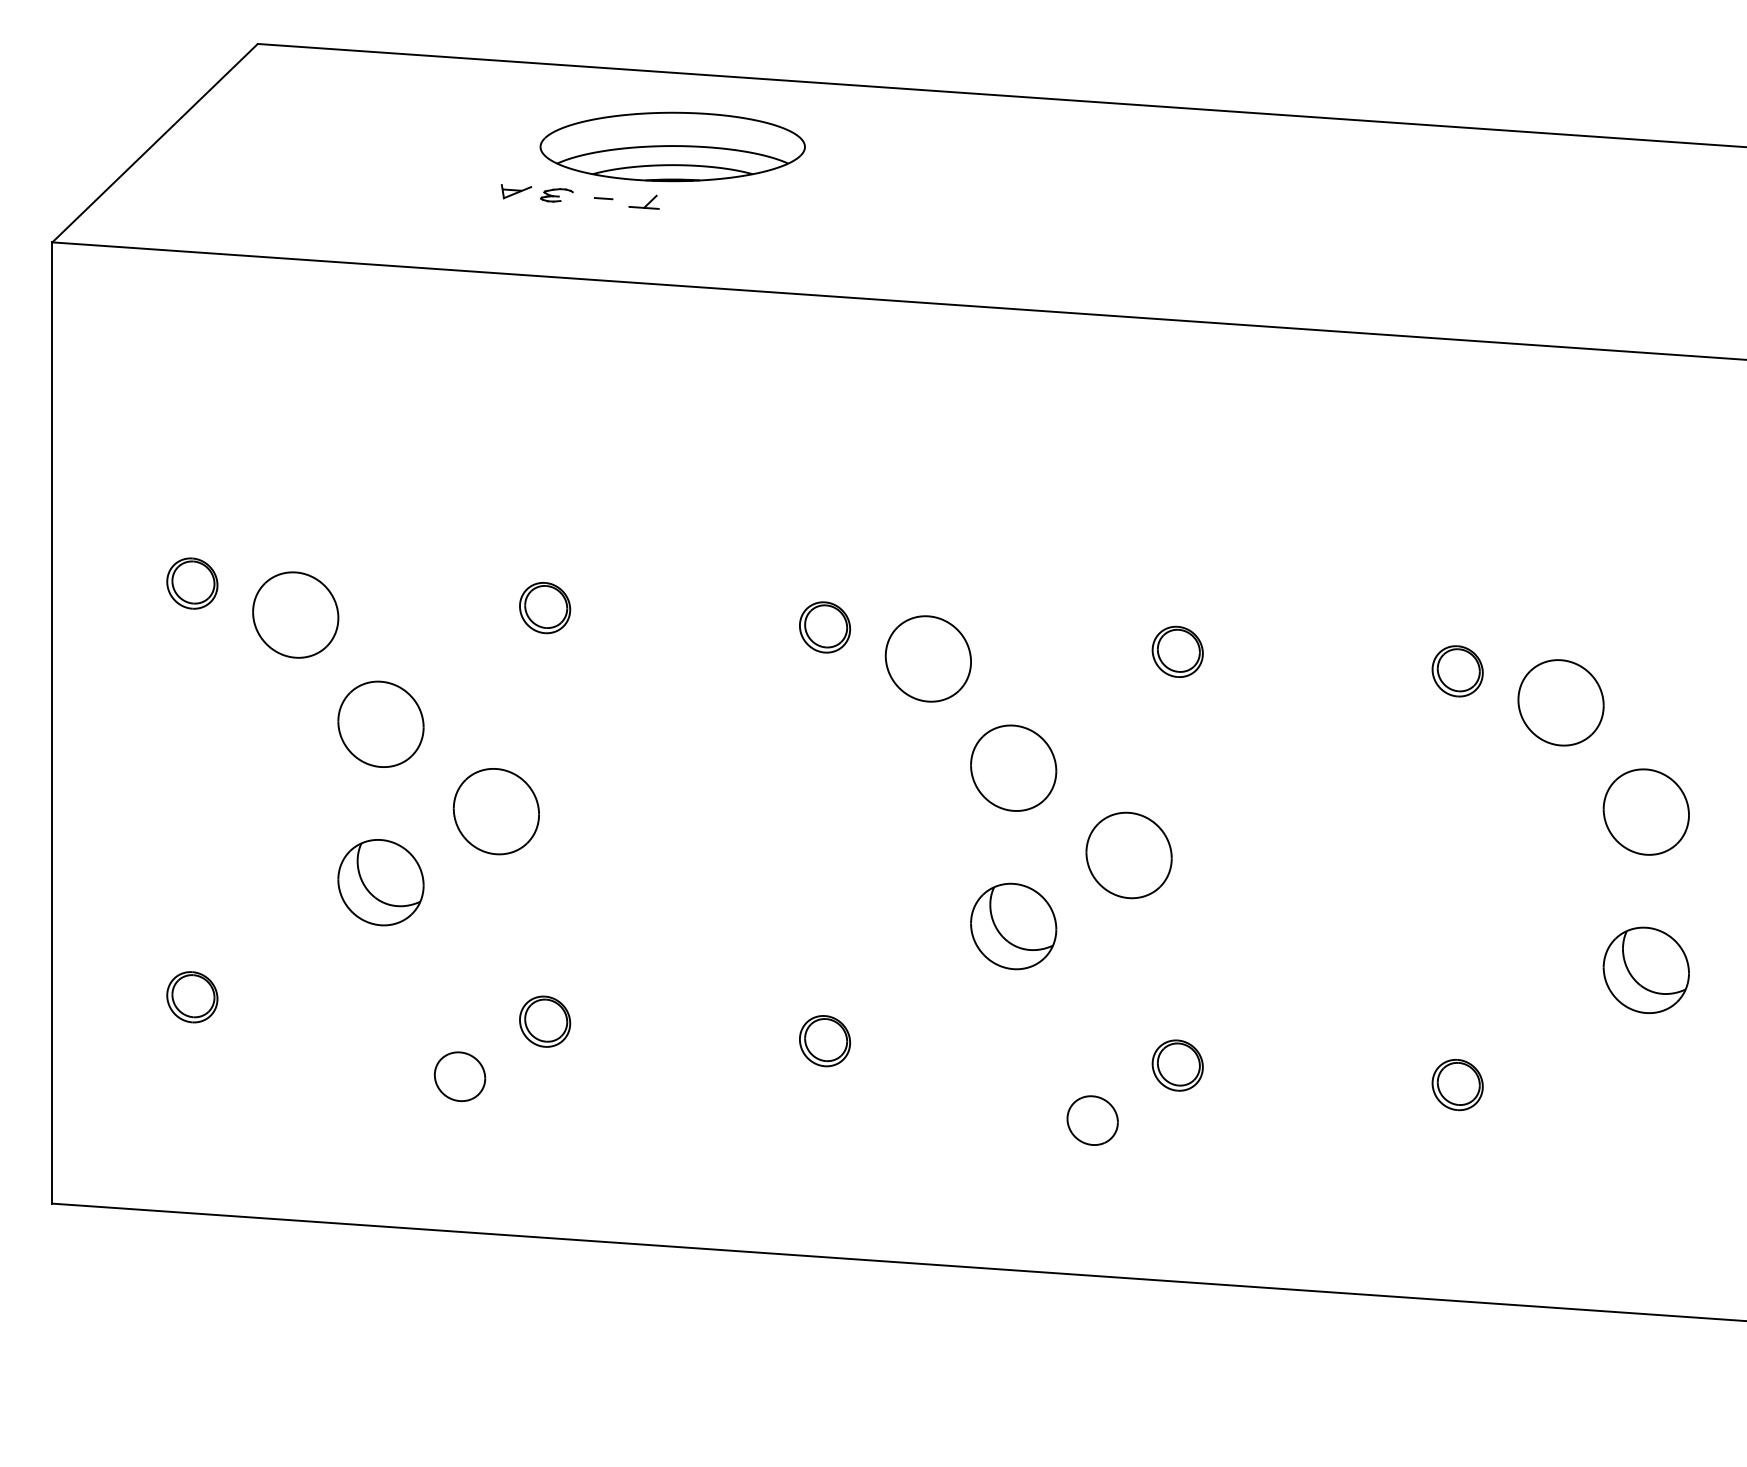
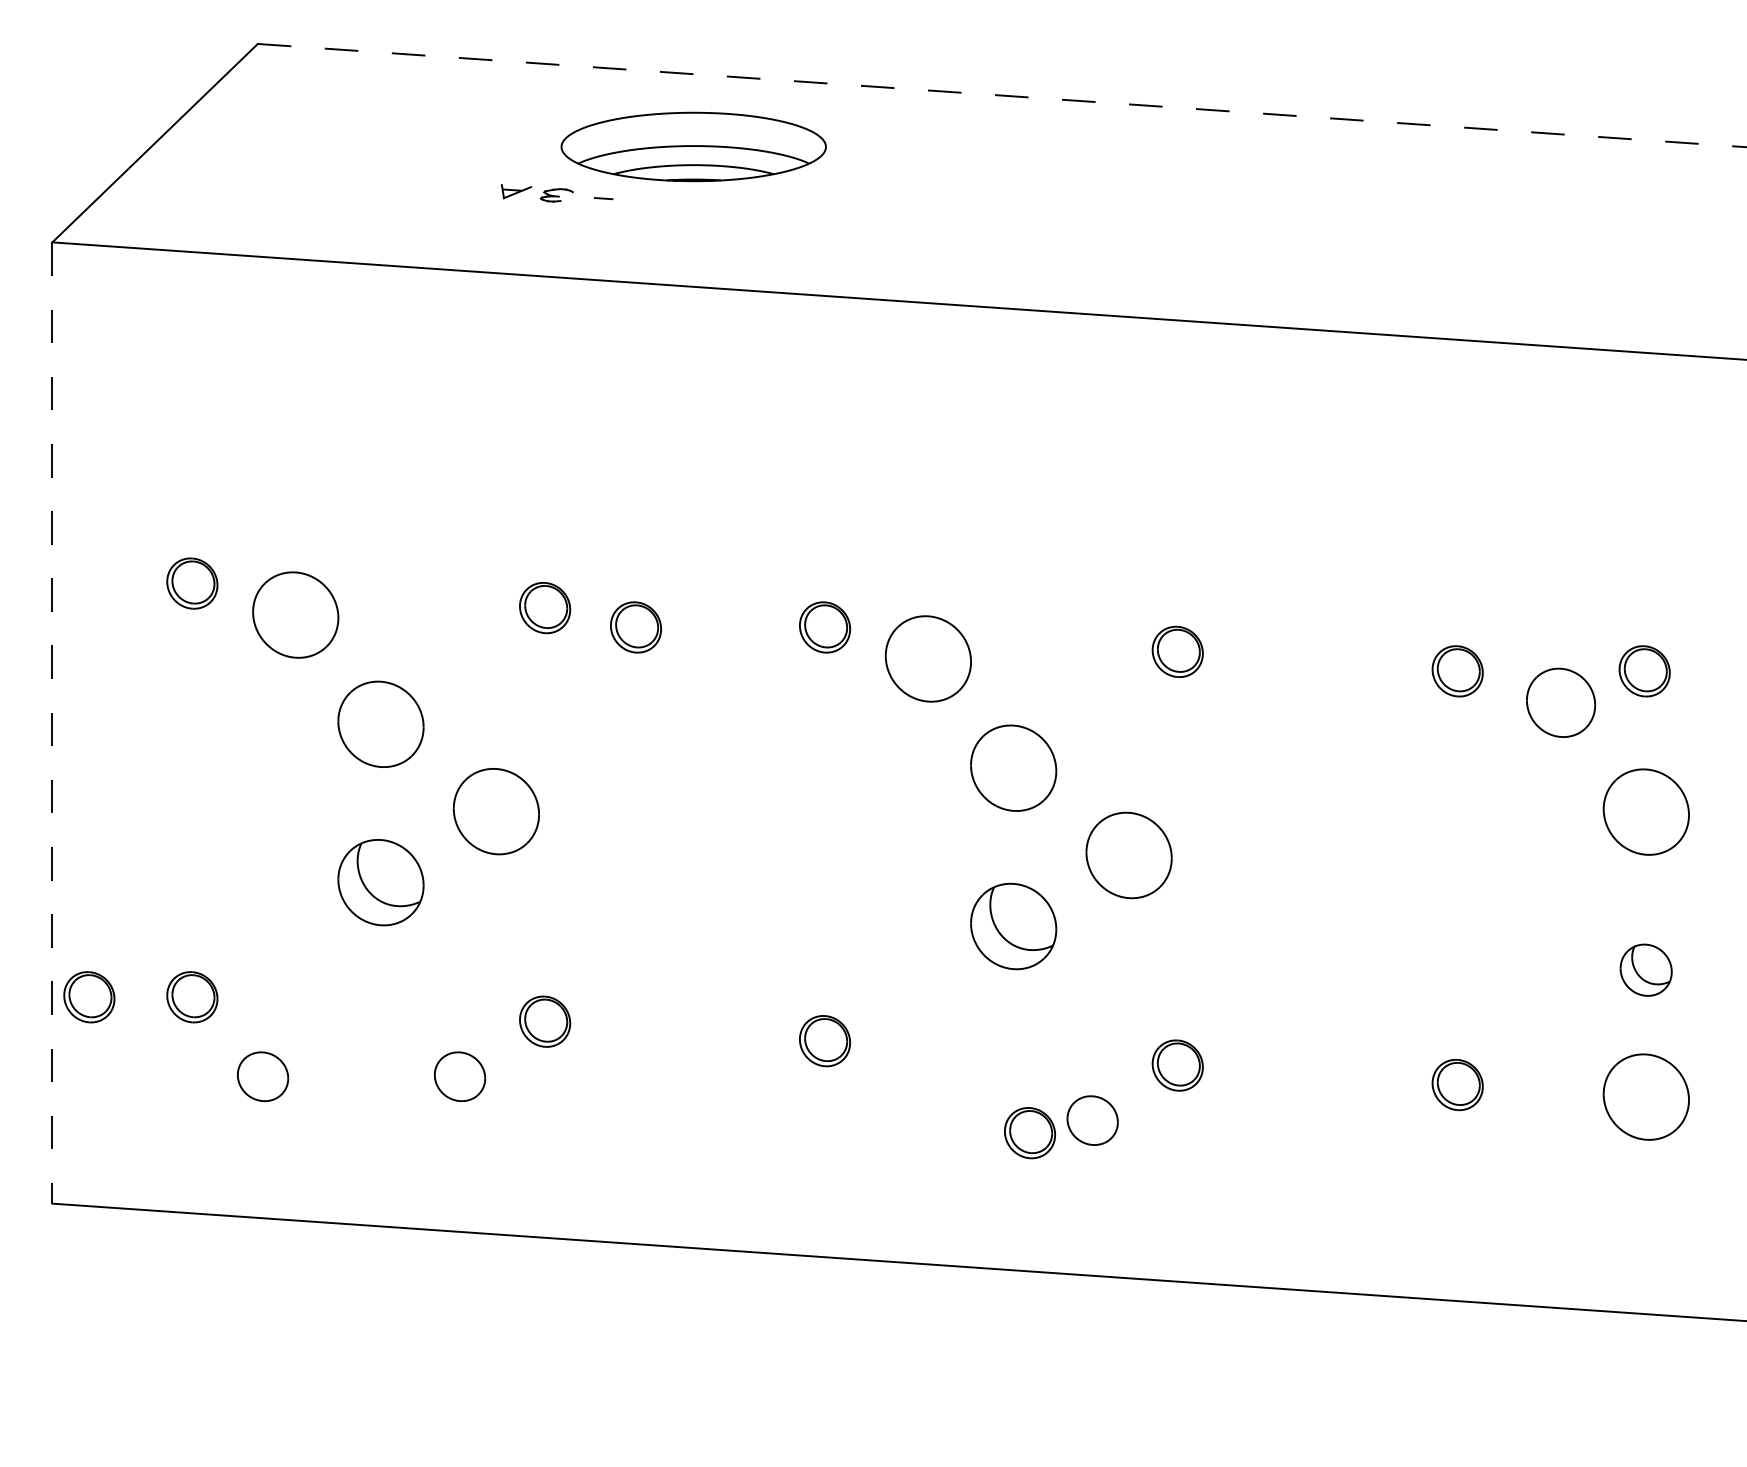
line at (1002, 95): solid -> dashed
part at (672, 146) position: (672, 146) -> (693, 146)
part at (643, 201): present -> none
part at (636, 627): none -> present
part at (1644, 671): none -> present
part at (1560, 702) size: 88x88 px -> 71x71 px
line at (52, 723): solid -> dashed
part at (1645, 969) size: 88x88 px -> 54x54 px
part at (89, 997): none -> present
part at (263, 1076): none -> present
part at (1645, 1096): none -> present
part at (1029, 1133): none -> present
